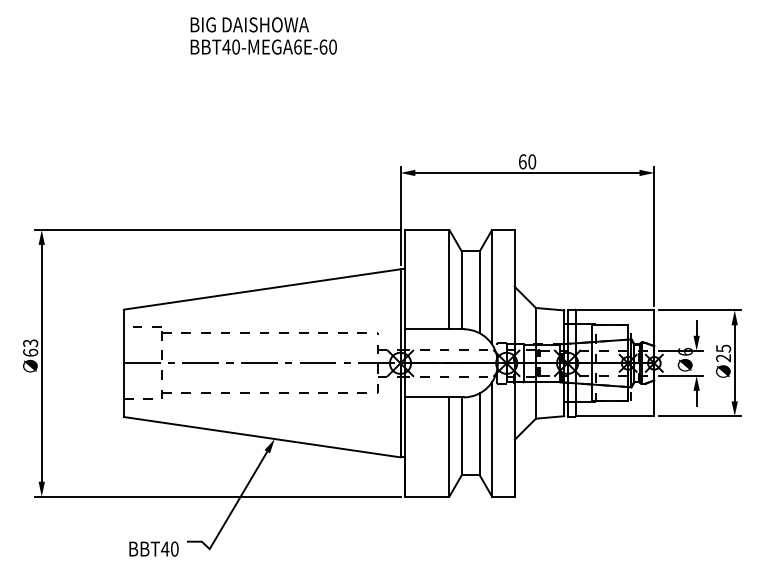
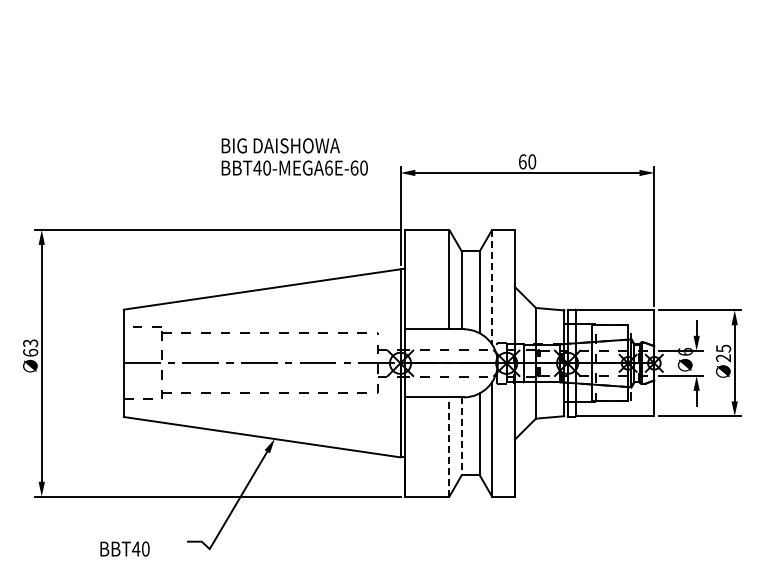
text at (263, 35) position: (263, 35) -> (294, 156)
line at (492, 287): solid -> dashed
line at (461, 436): solid -> dashed
line at (449, 446): solid -> dashed
text at (153, 548) position: (153, 548) -> (124, 548)
